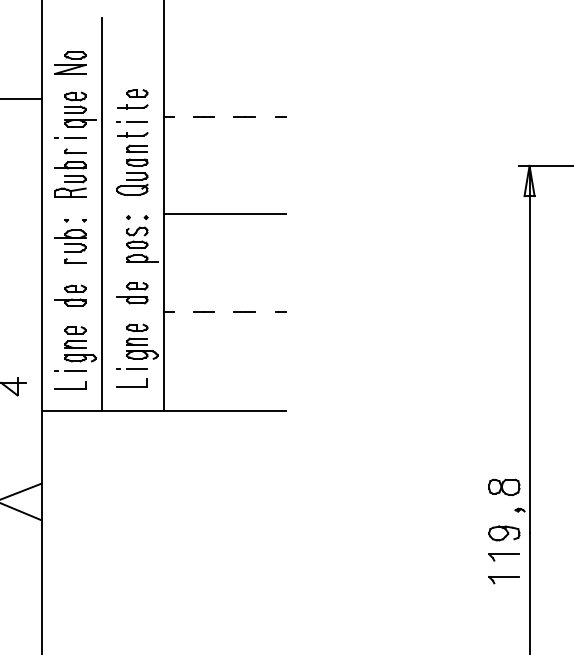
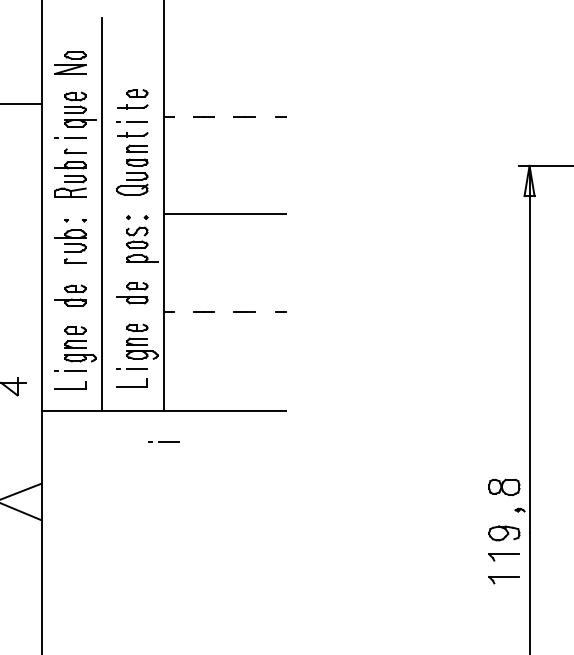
line at (21, 99) position: (21, 99) -> (21, 104)
line at (163, 441): none -> present
